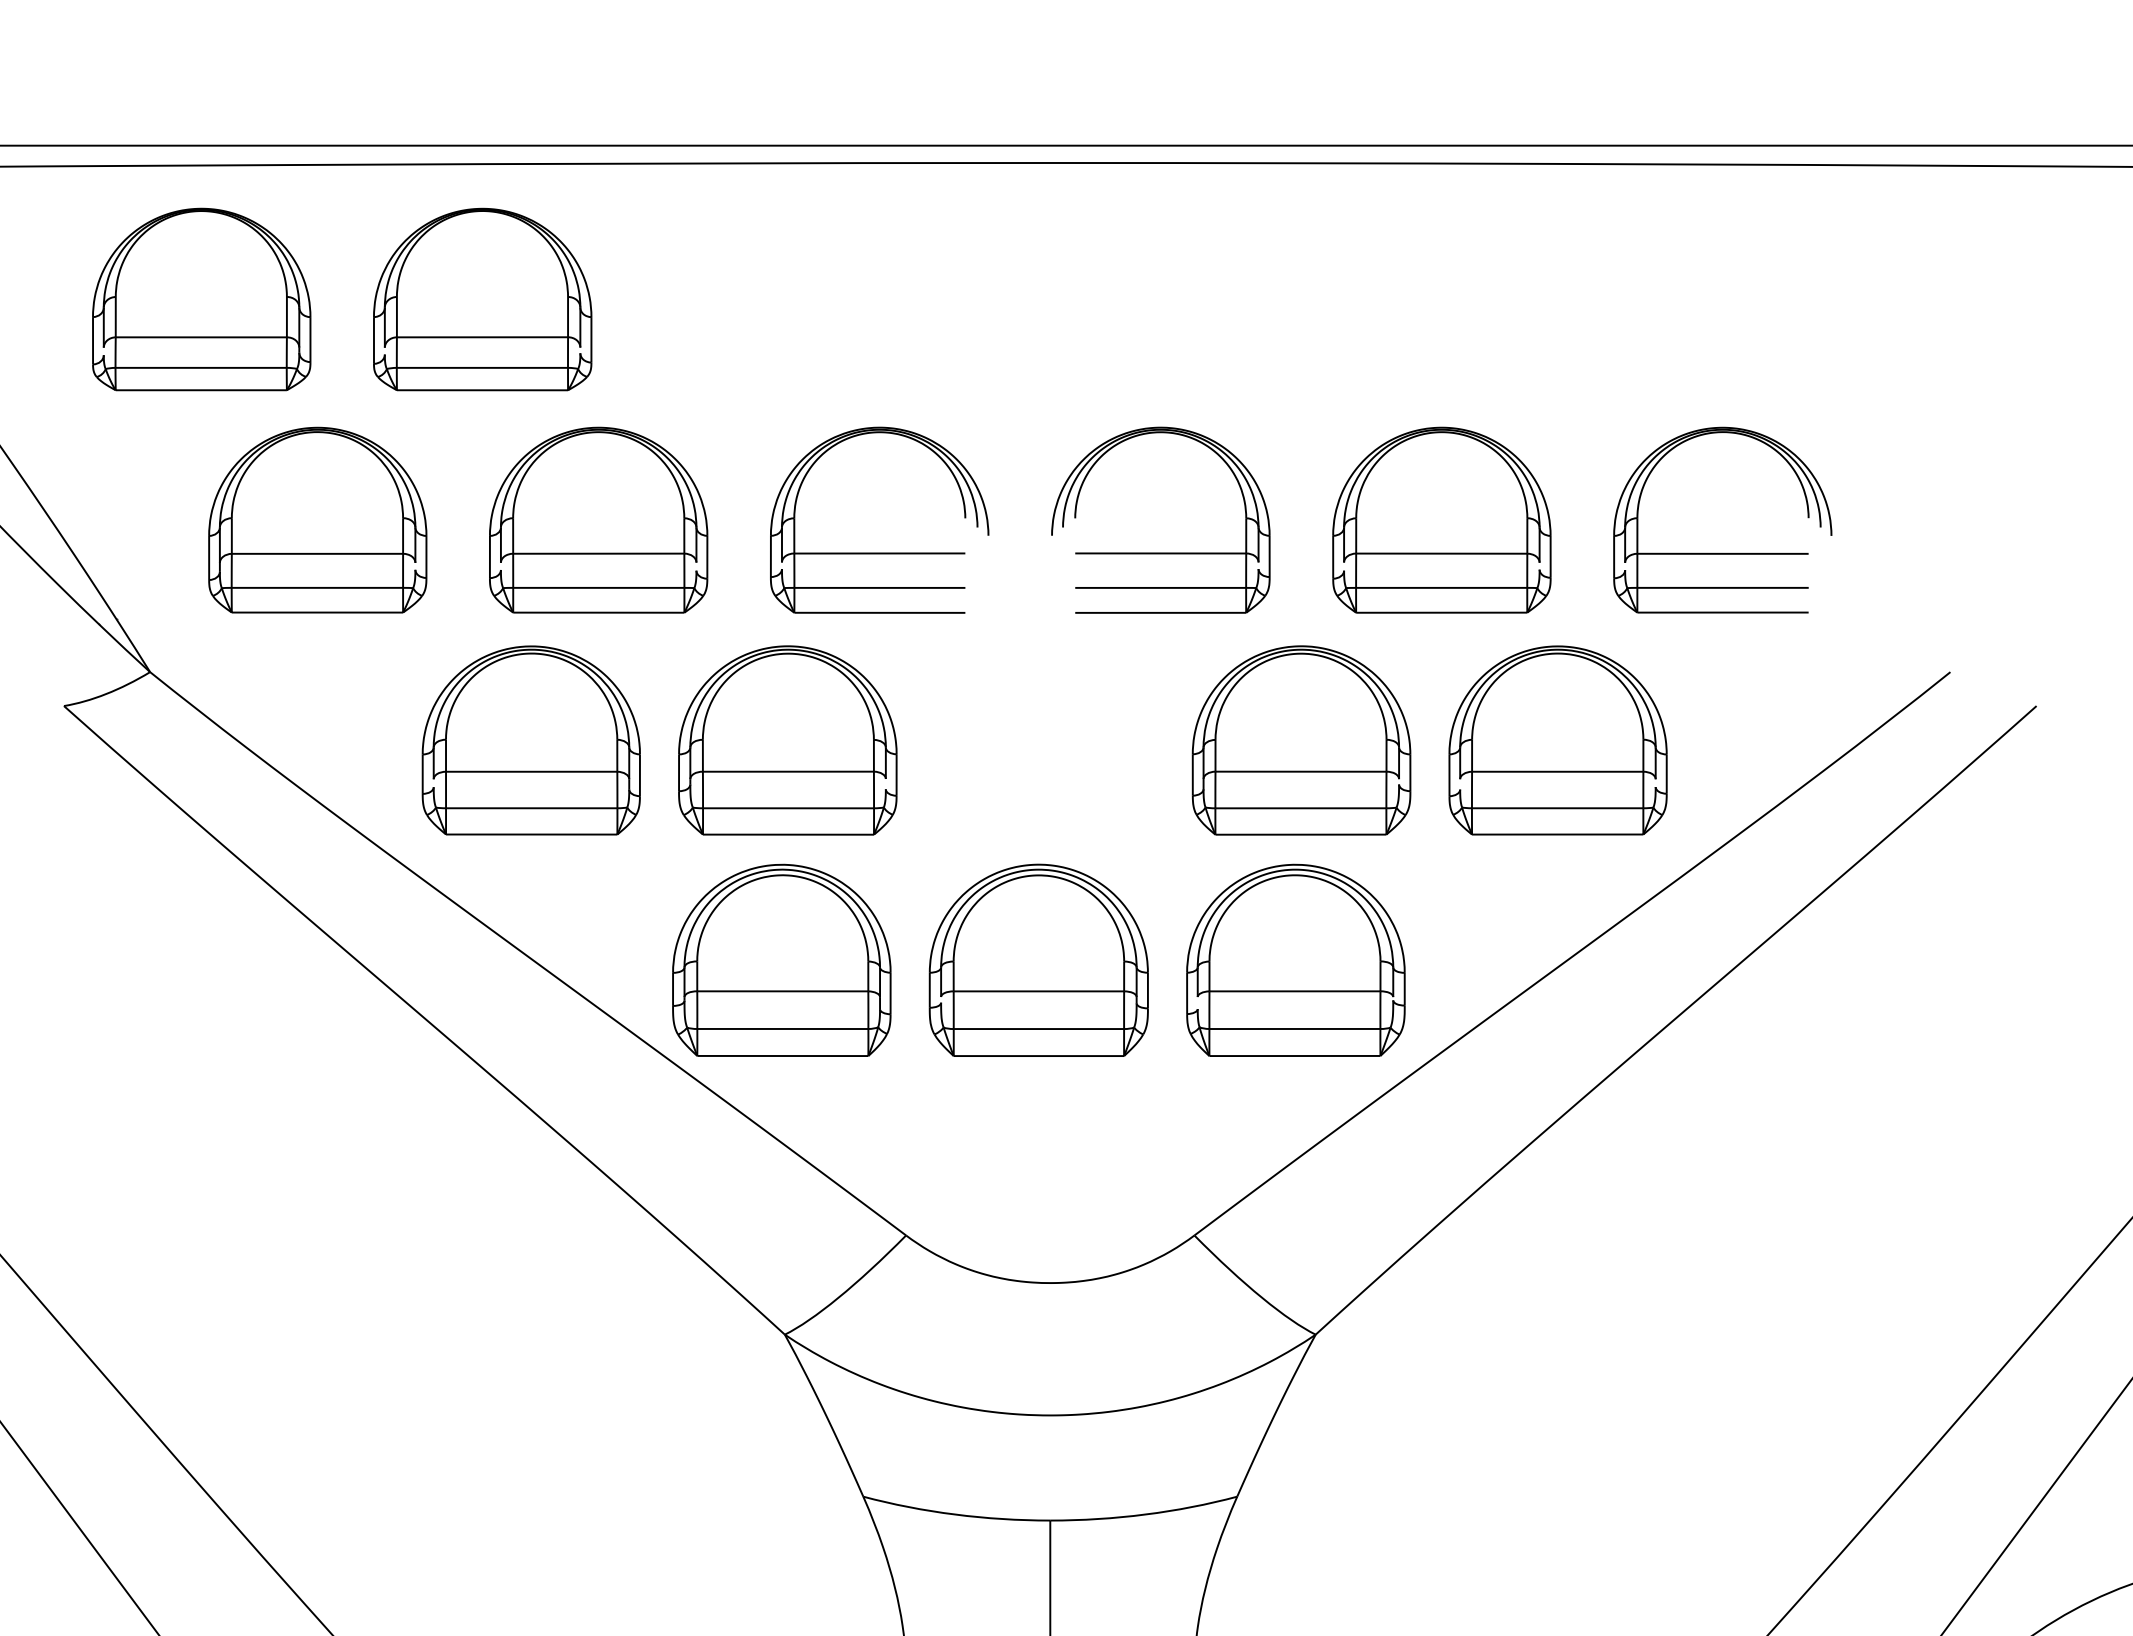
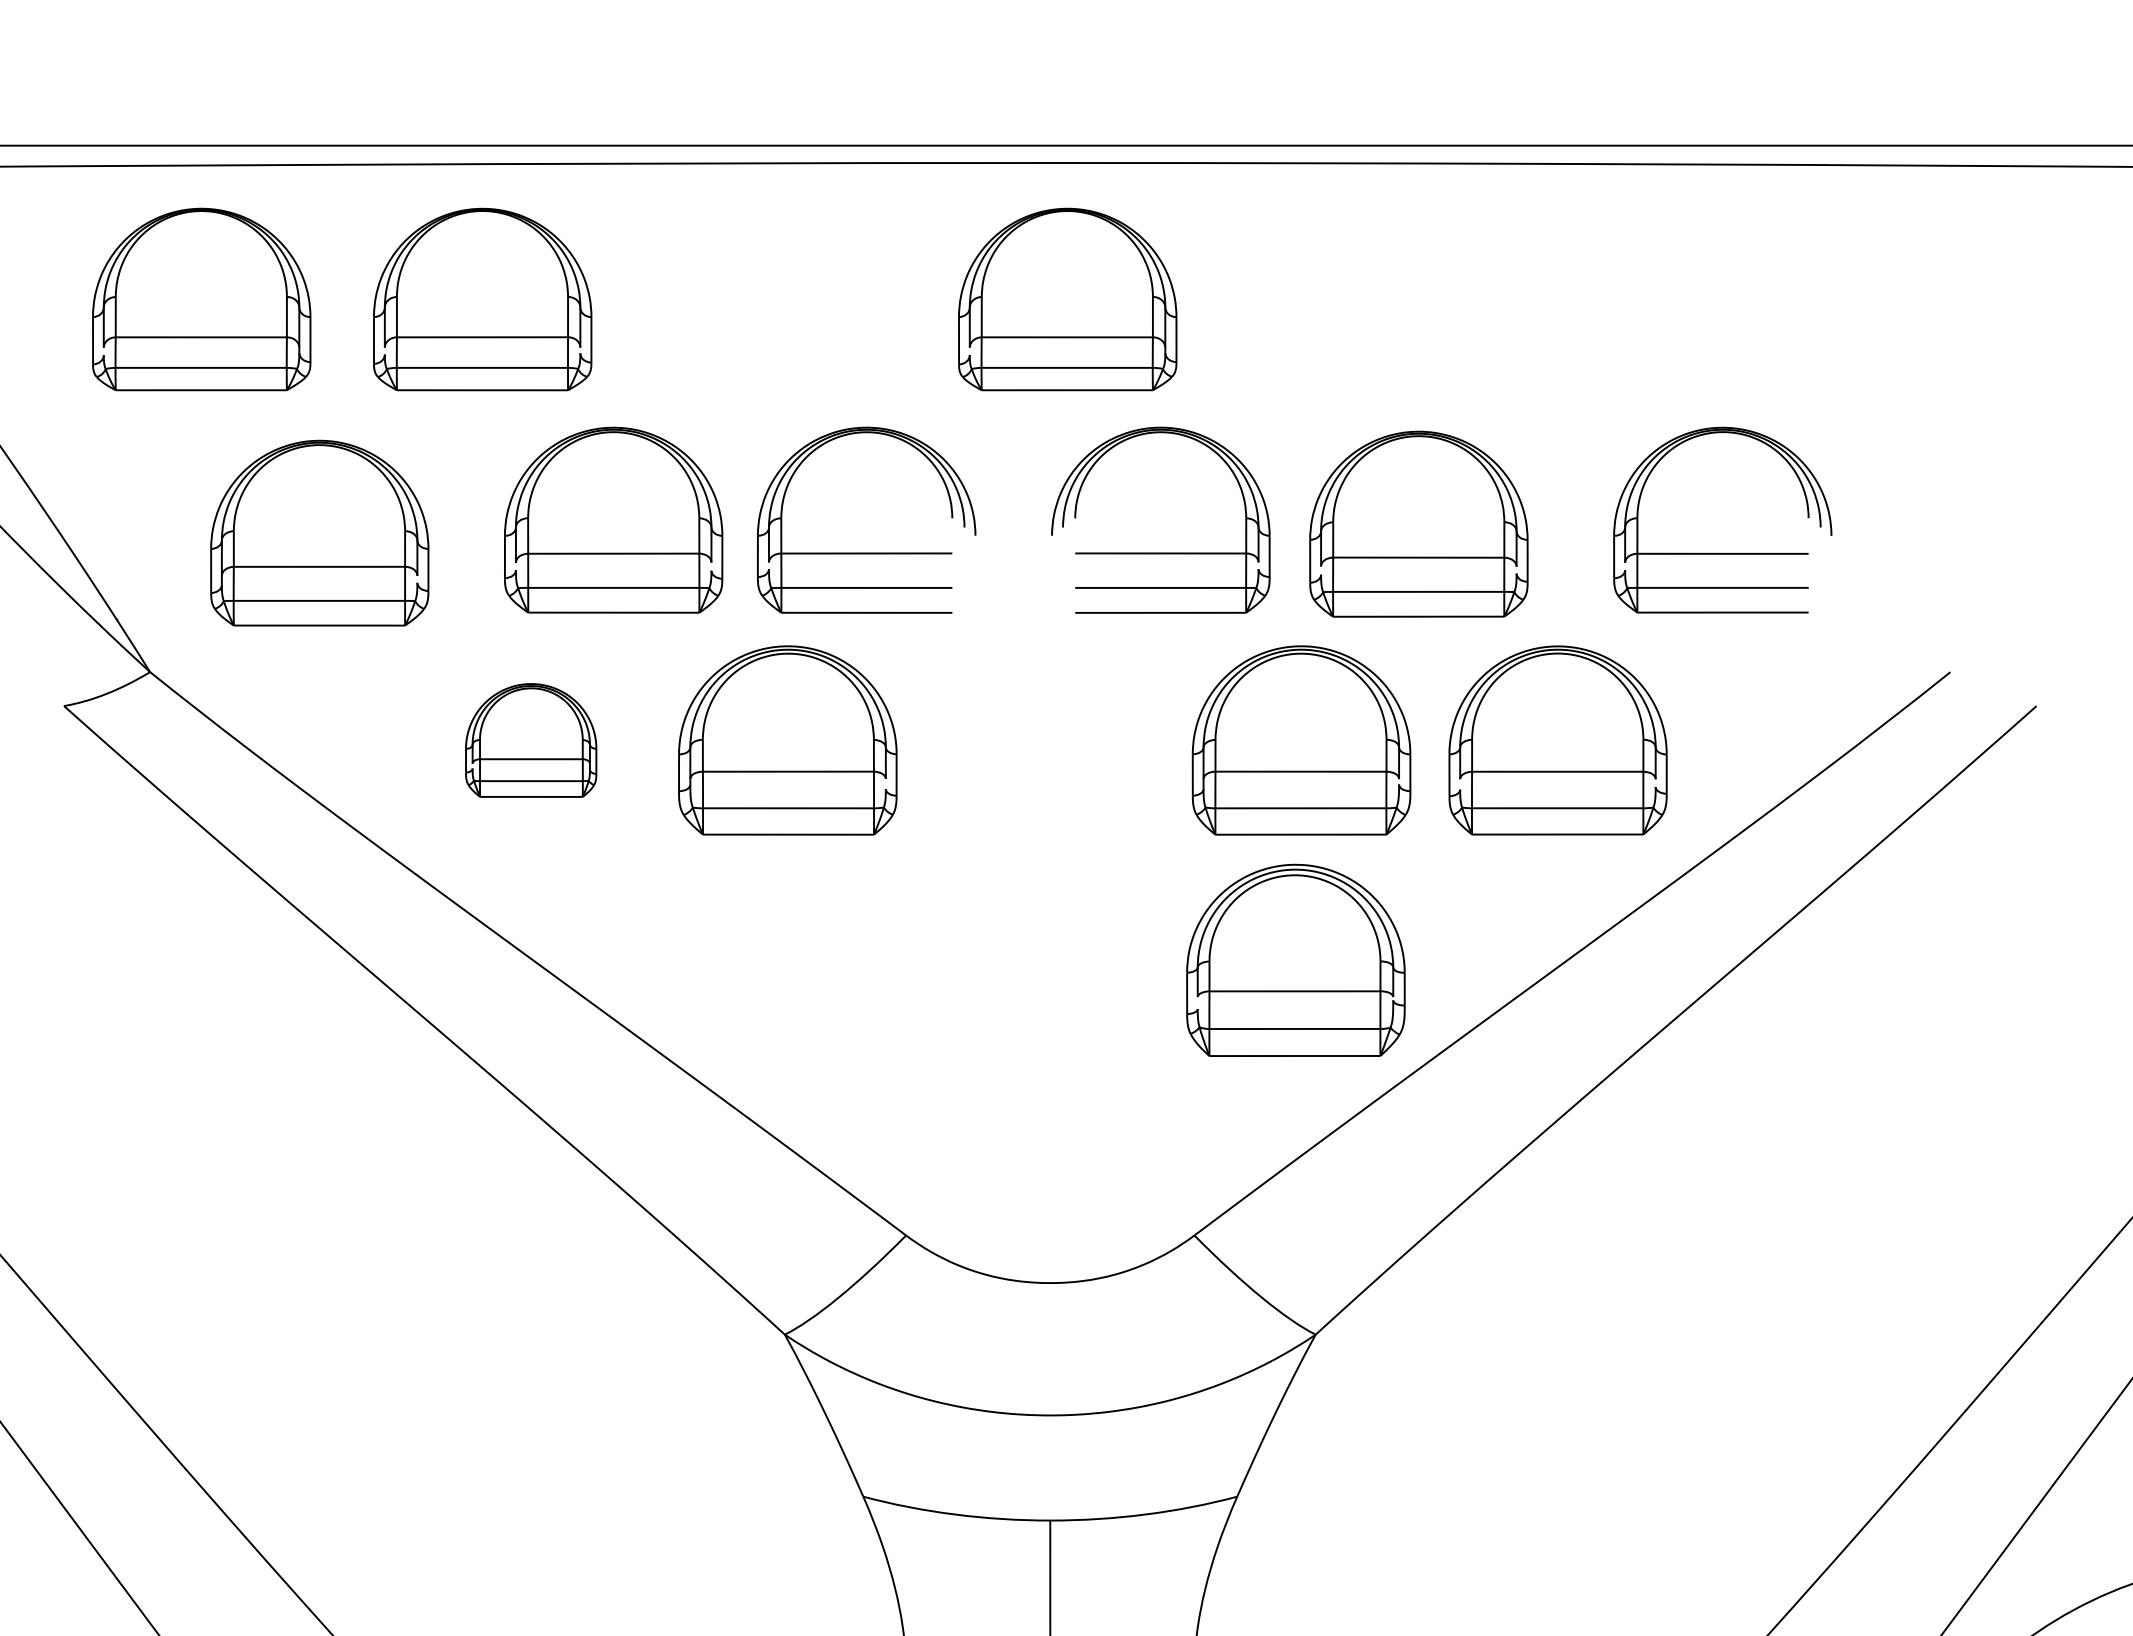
part at (1067, 299): none -> present
part at (317, 519) position: (317, 519) -> (319, 532)
part at (598, 519) position: (598, 519) -> (613, 519)
part at (1441, 519) position: (1441, 519) -> (1418, 523)
part at (879, 552) position: (879, 552) -> (866, 552)
part at (530, 740) size: 220x191 px -> 133x115 px
part at (781, 959): present -> none
part at (1038, 959): present -> none
